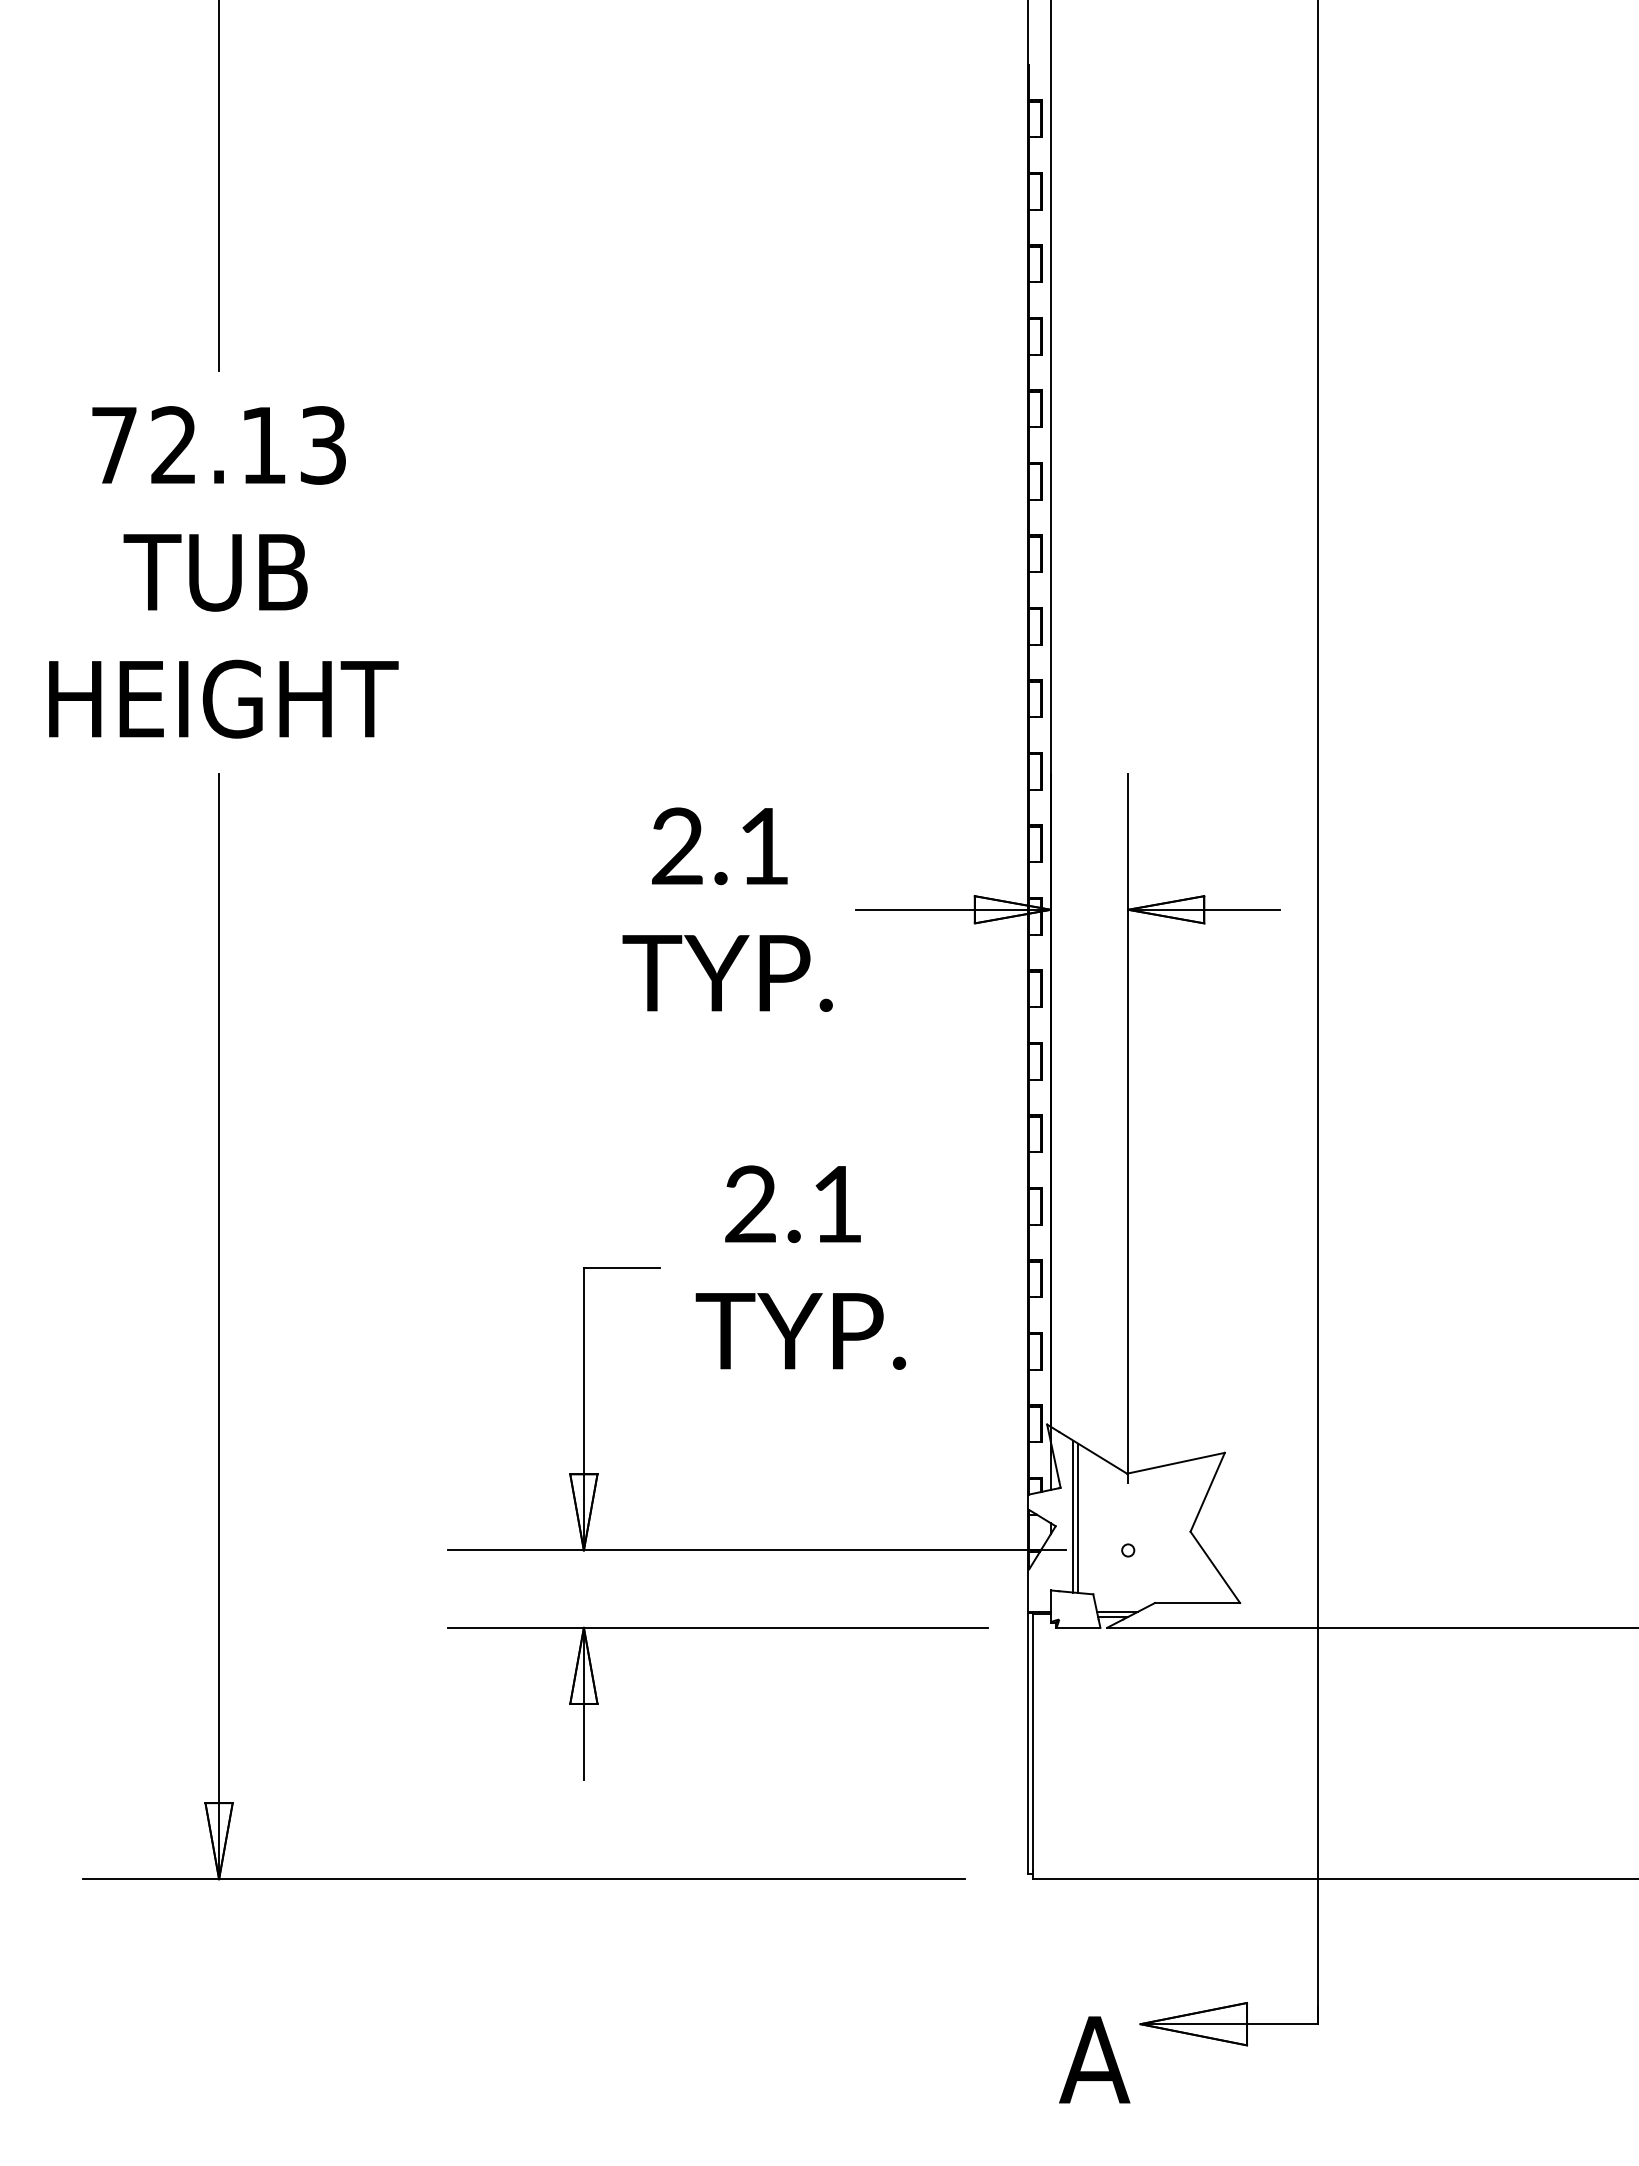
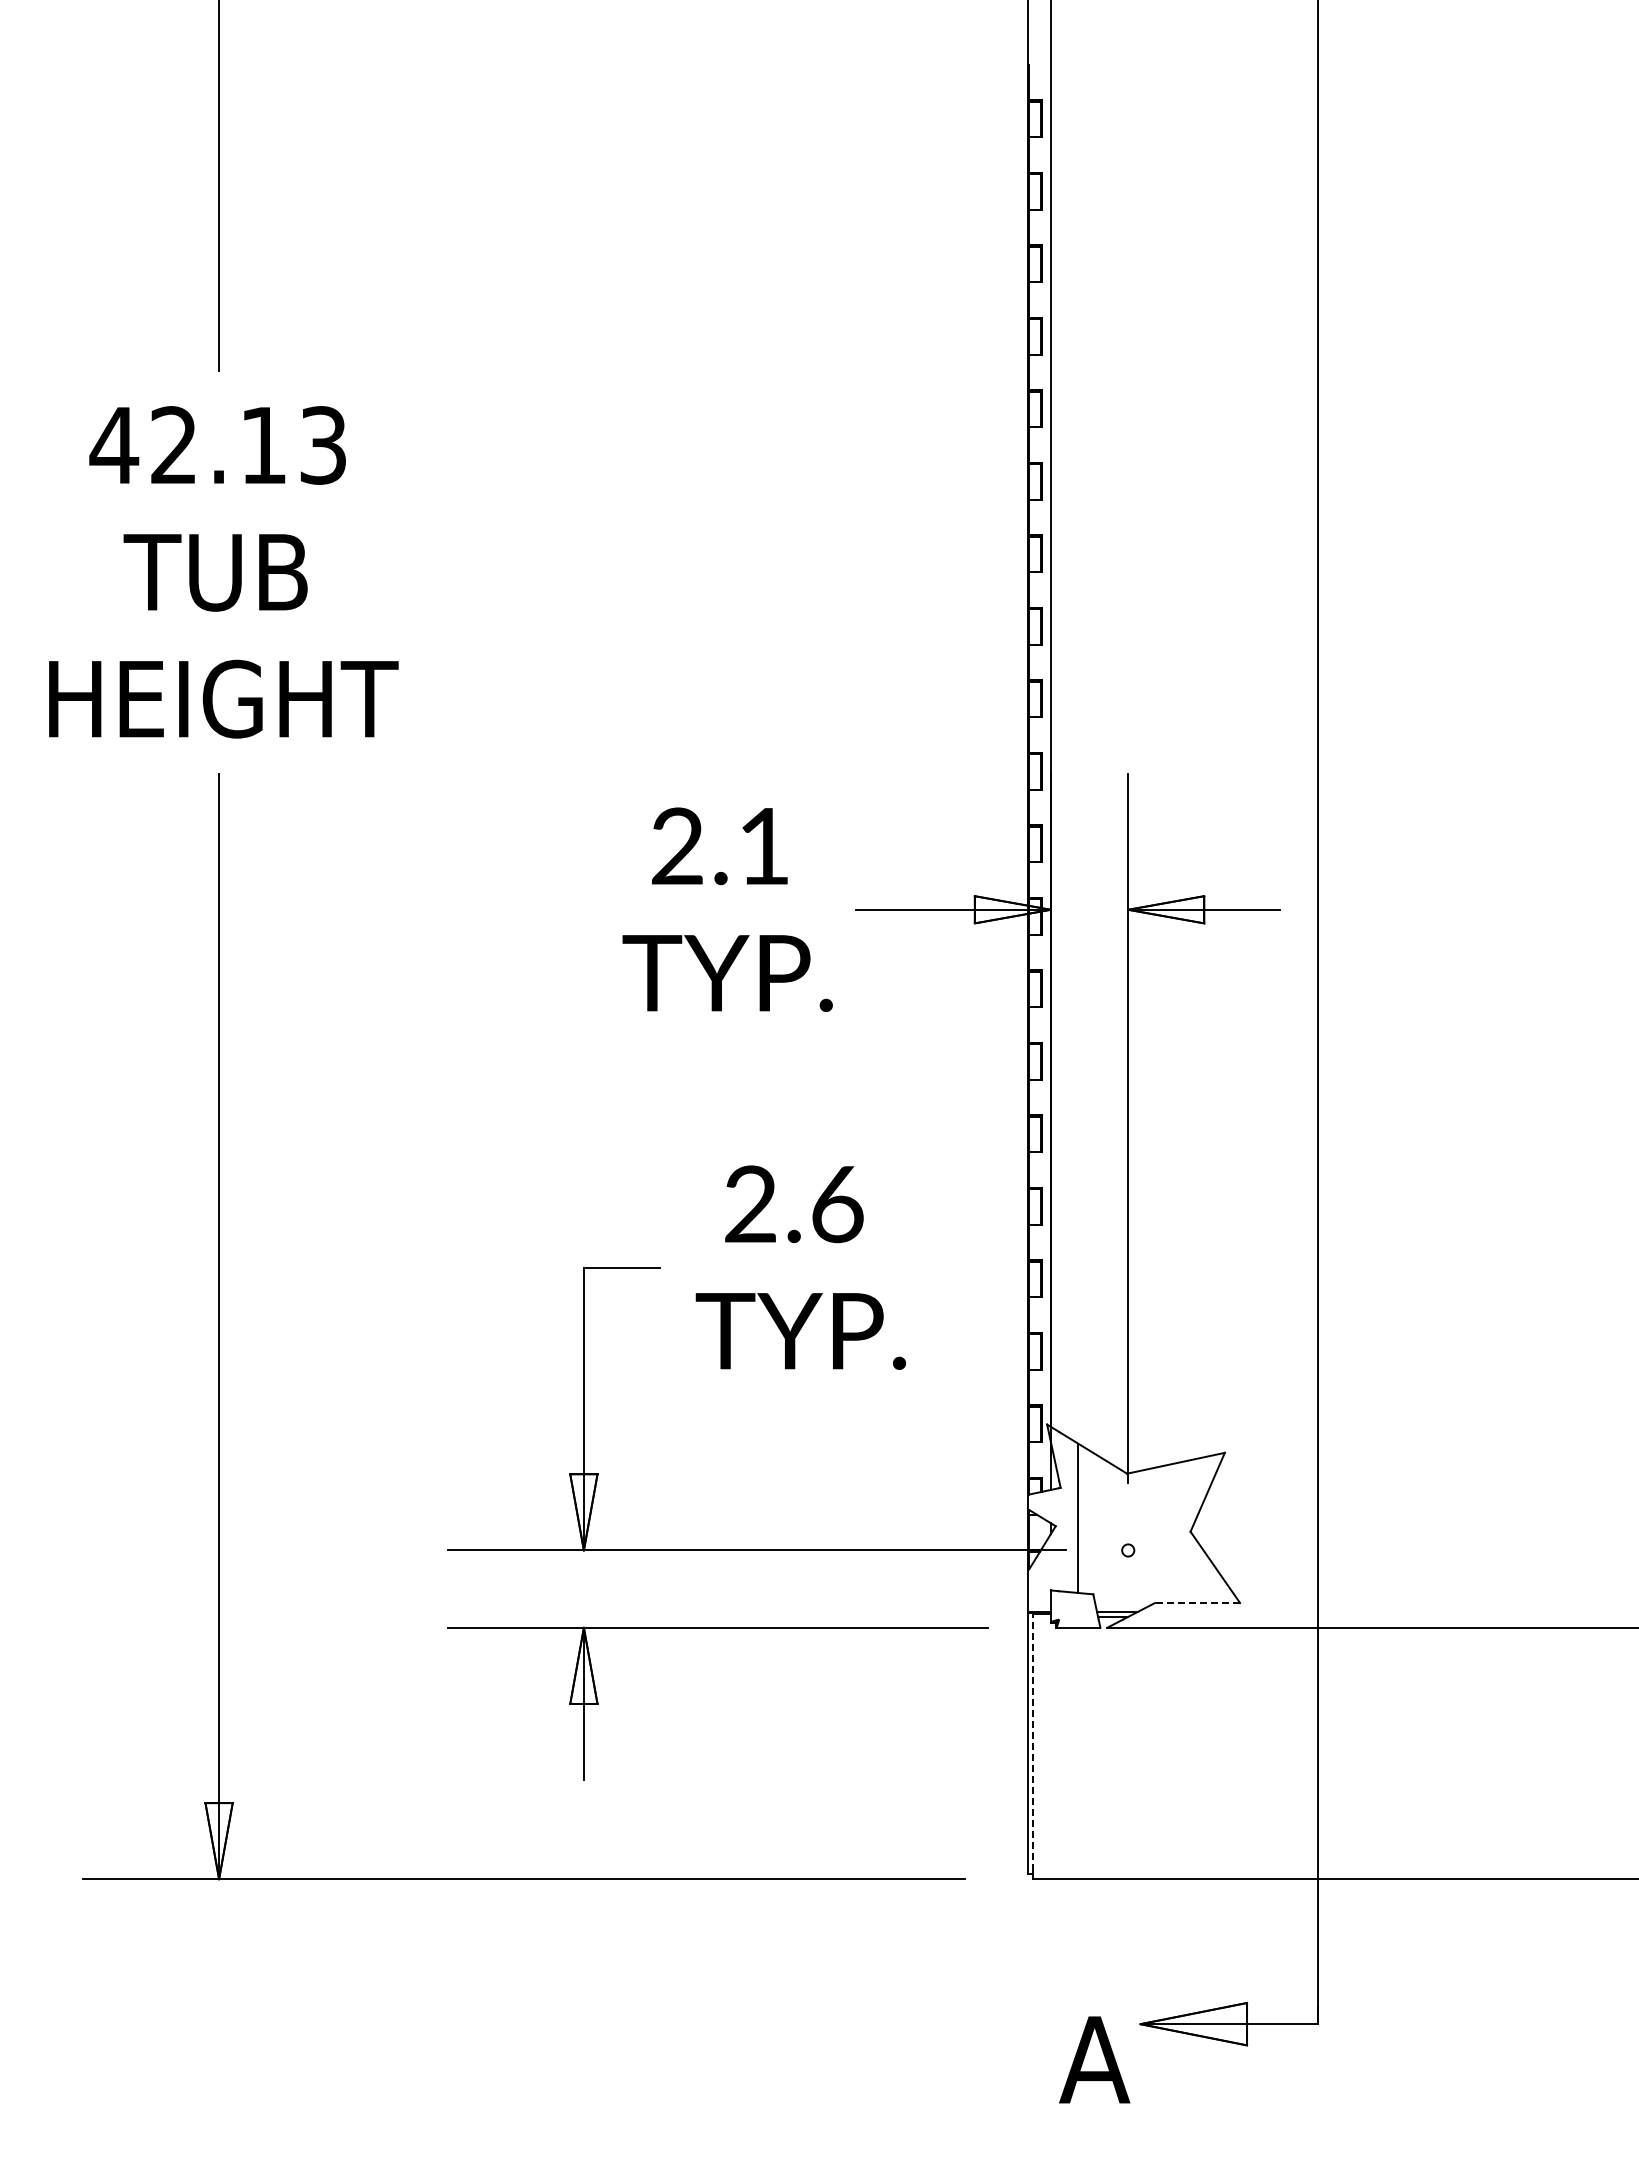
text at (114, 445): 72.13 -> 42.13
text at (837, 1204): 2.1 -> 2.6
line at (1073, 1516): present -> none
line at (1197, 1603): solid -> dashed
line at (1033, 1742): solid -> dashed
